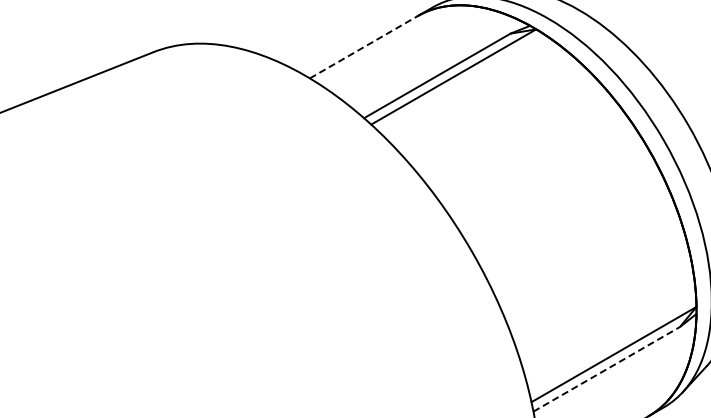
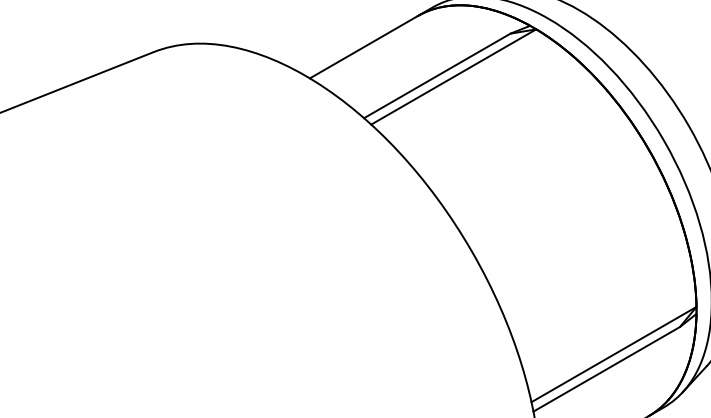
line at (364, 47): dashed -> solid
line at (606, 369): dashed -> solid
